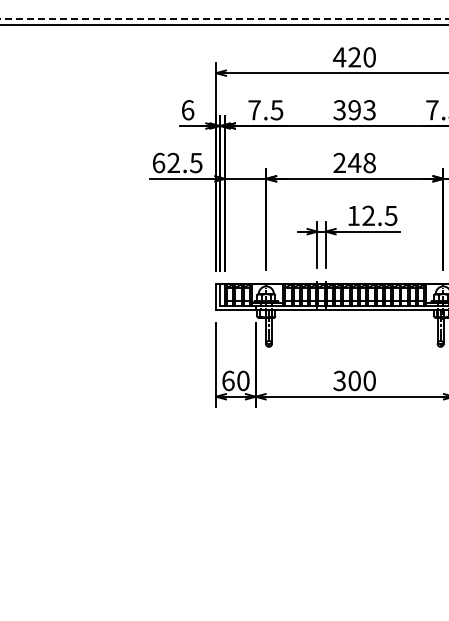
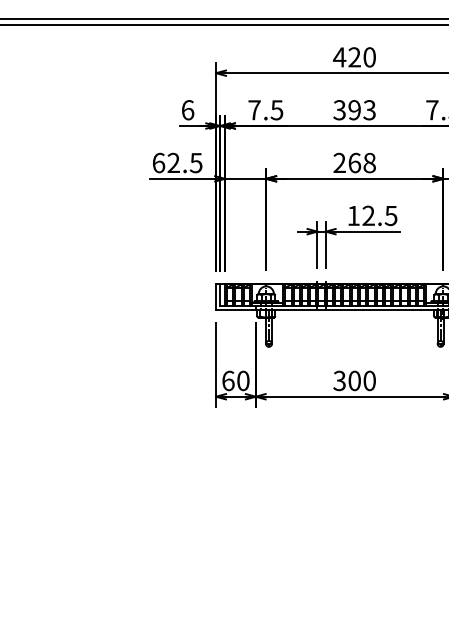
line at (224, 19): dashed -> solid
text at (354, 162): 248 -> 268
